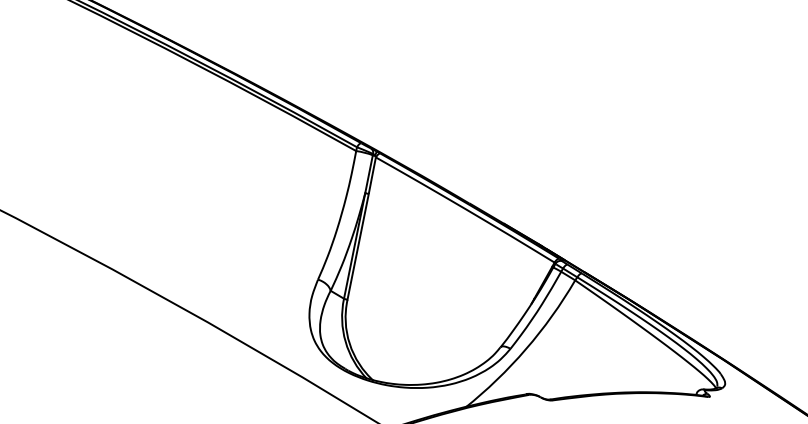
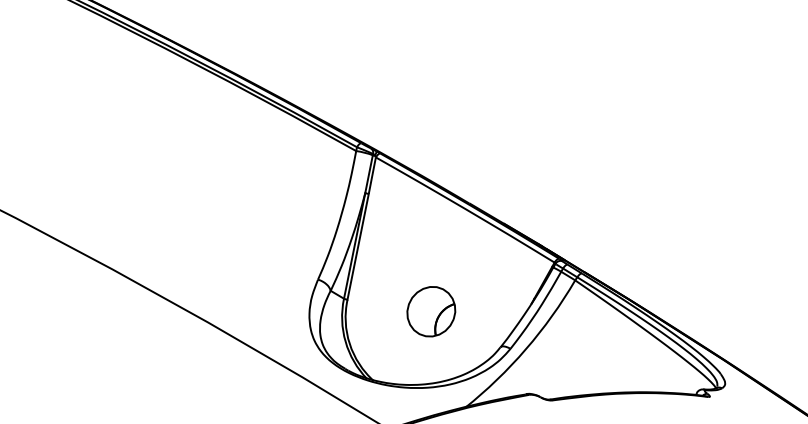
part at (431, 311): none -> present
